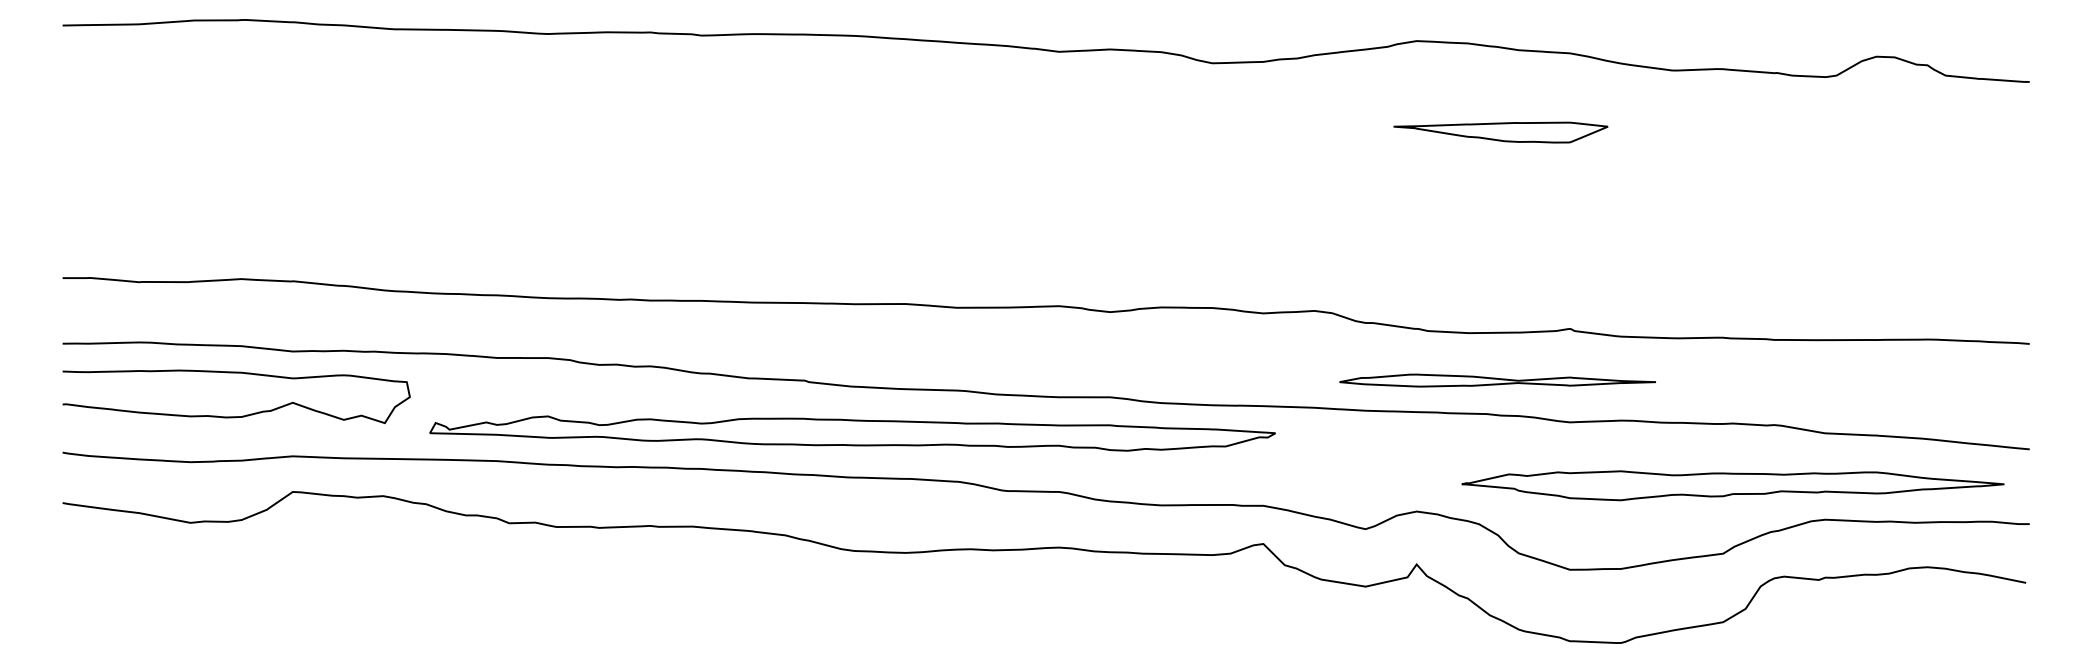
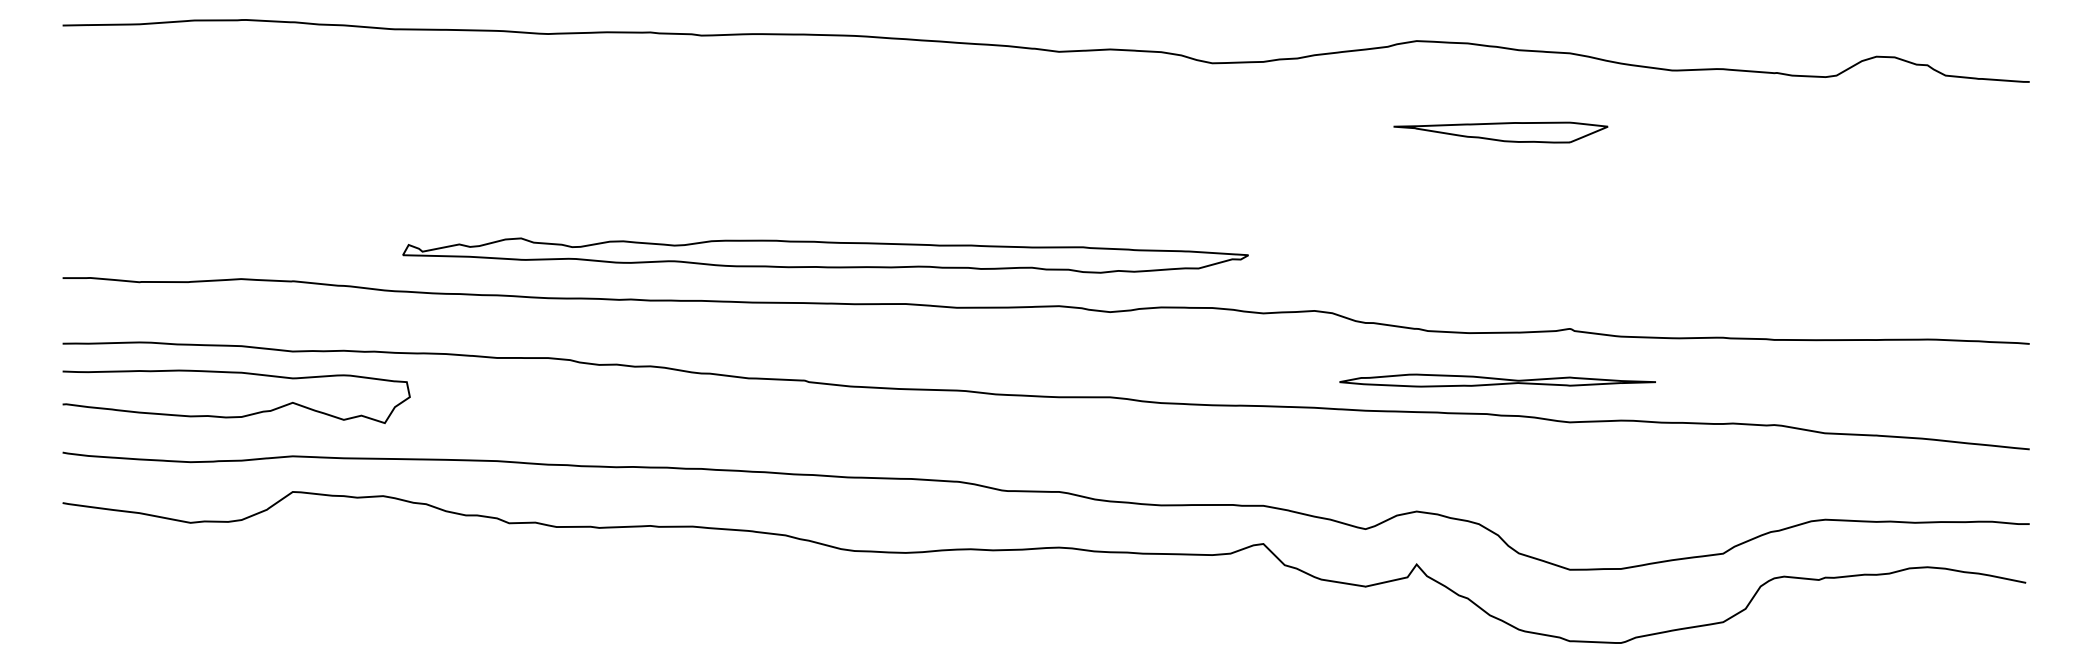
part at (852, 433) position: (852, 433) -> (825, 255)
part at (1732, 485): present -> none
